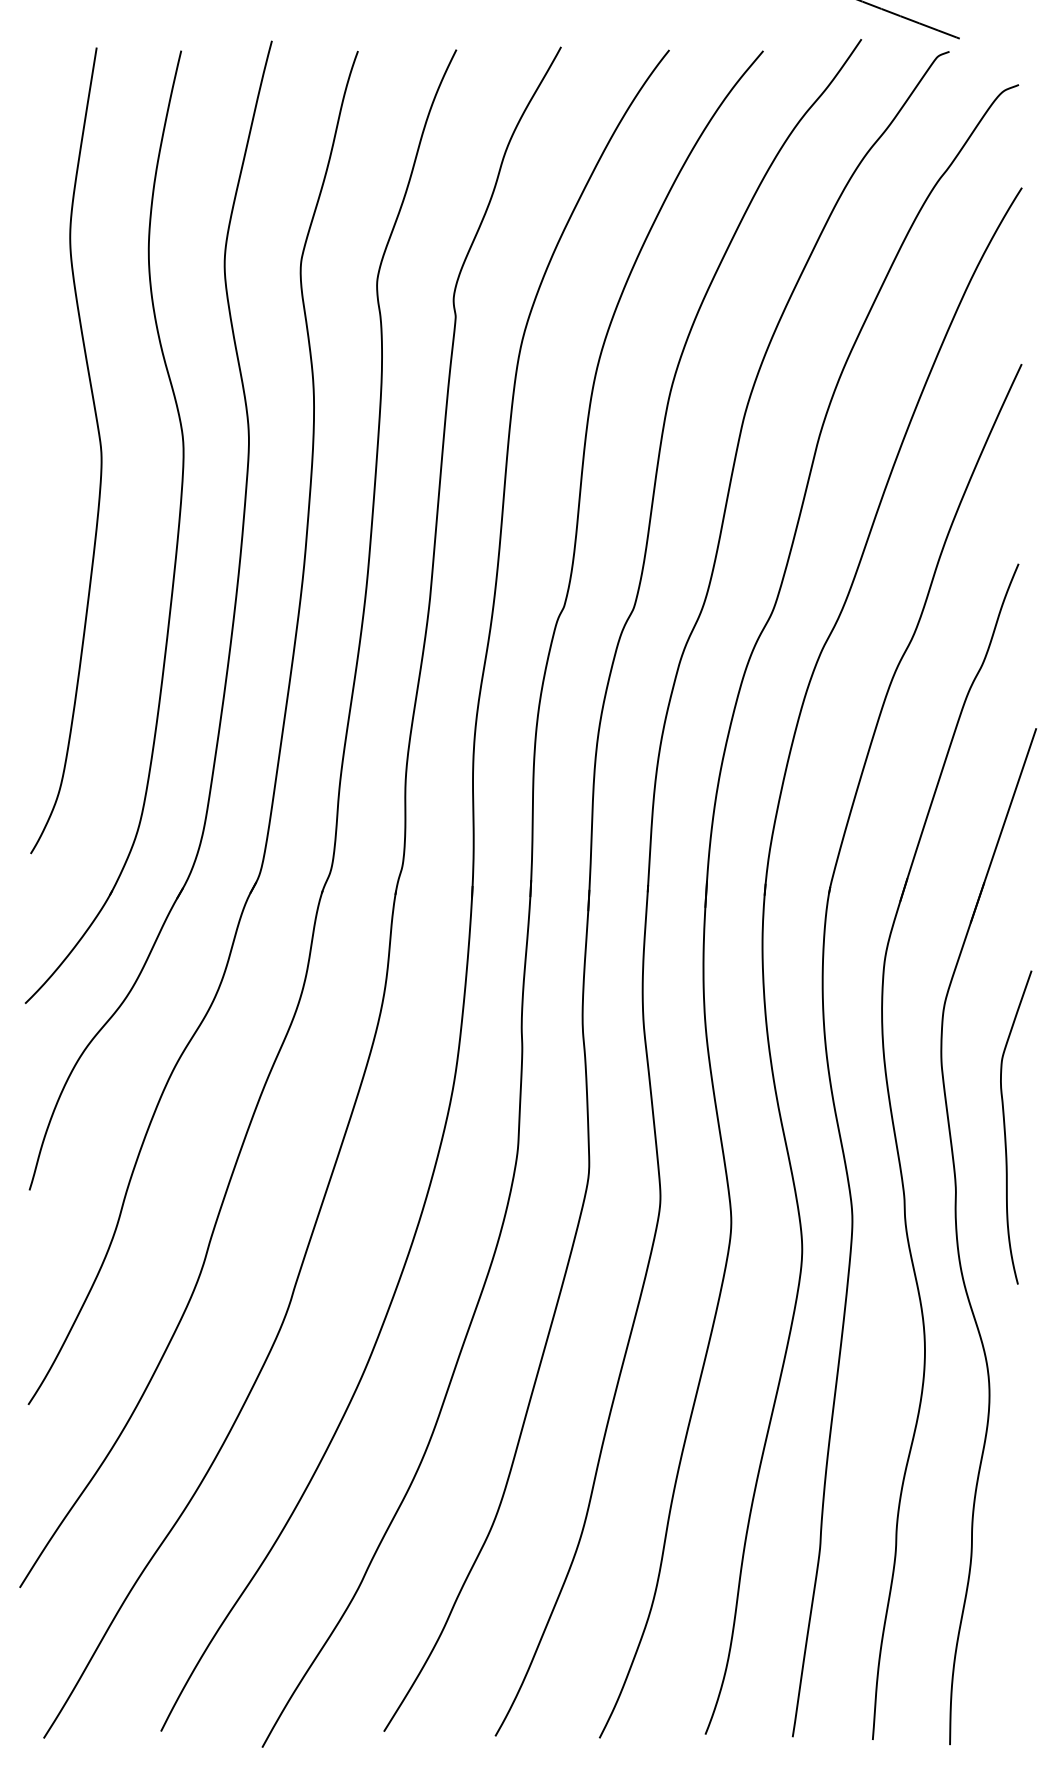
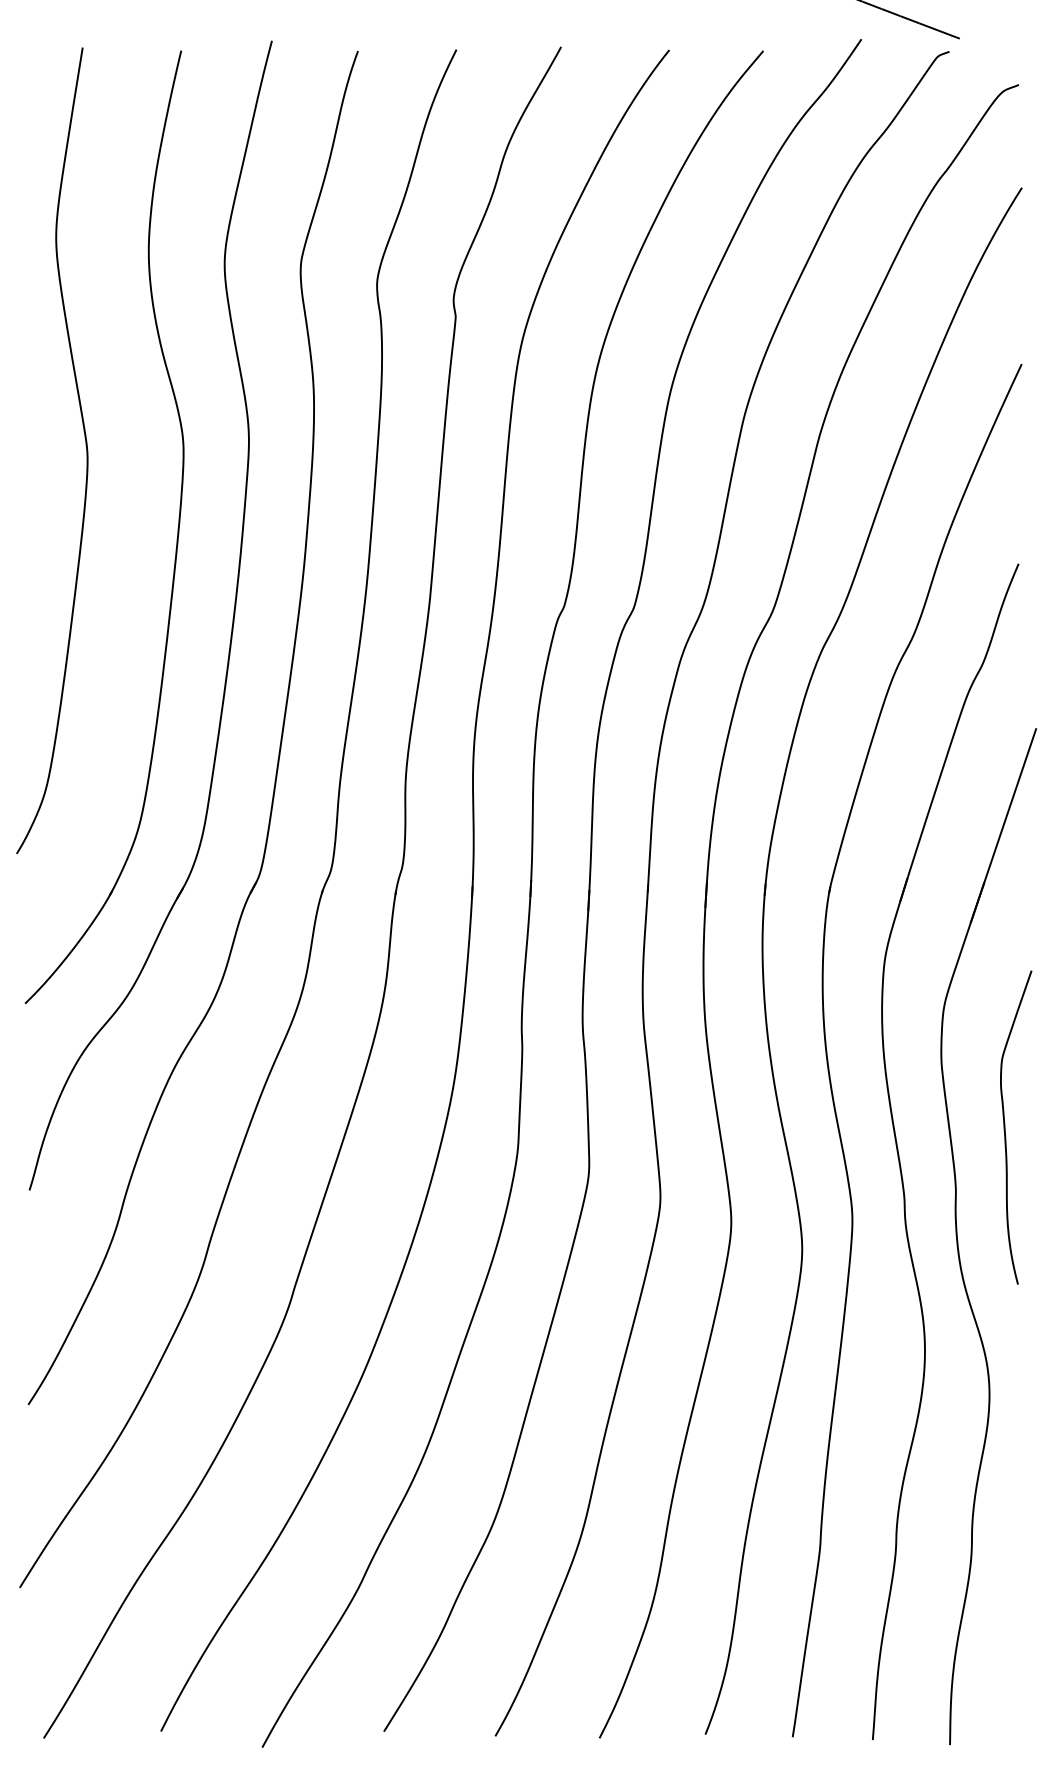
curve at (99, 445) position: (99, 445) -> (85, 445)
